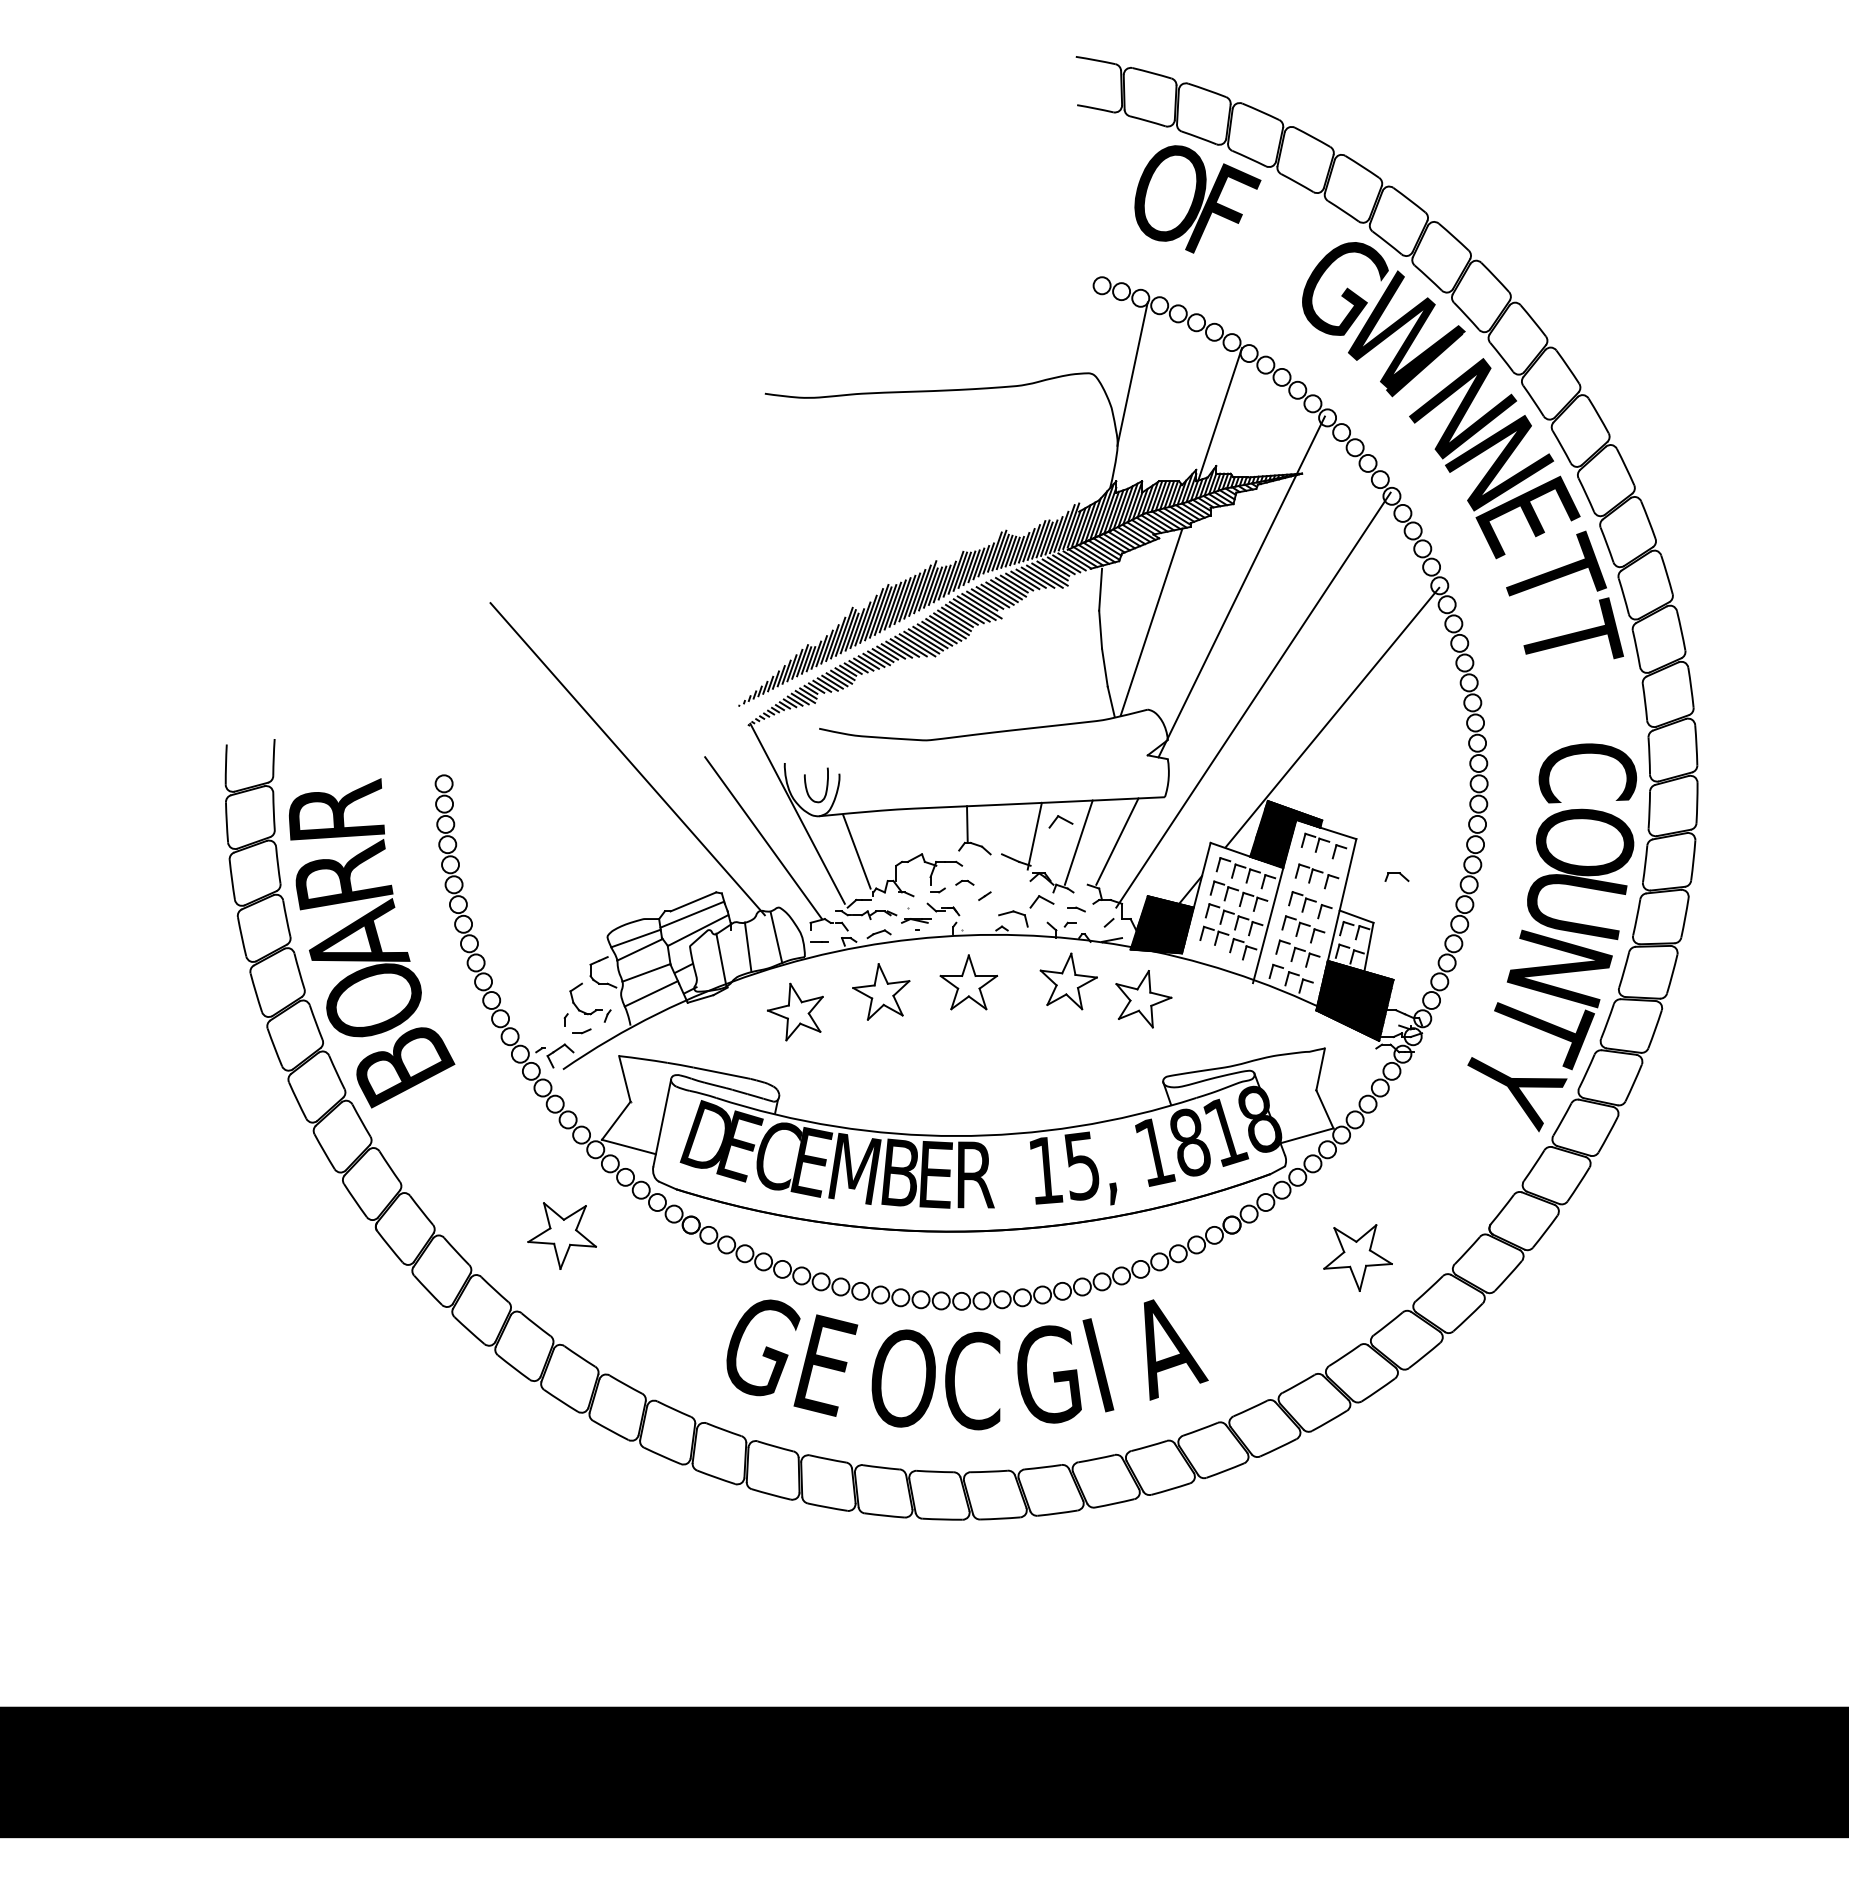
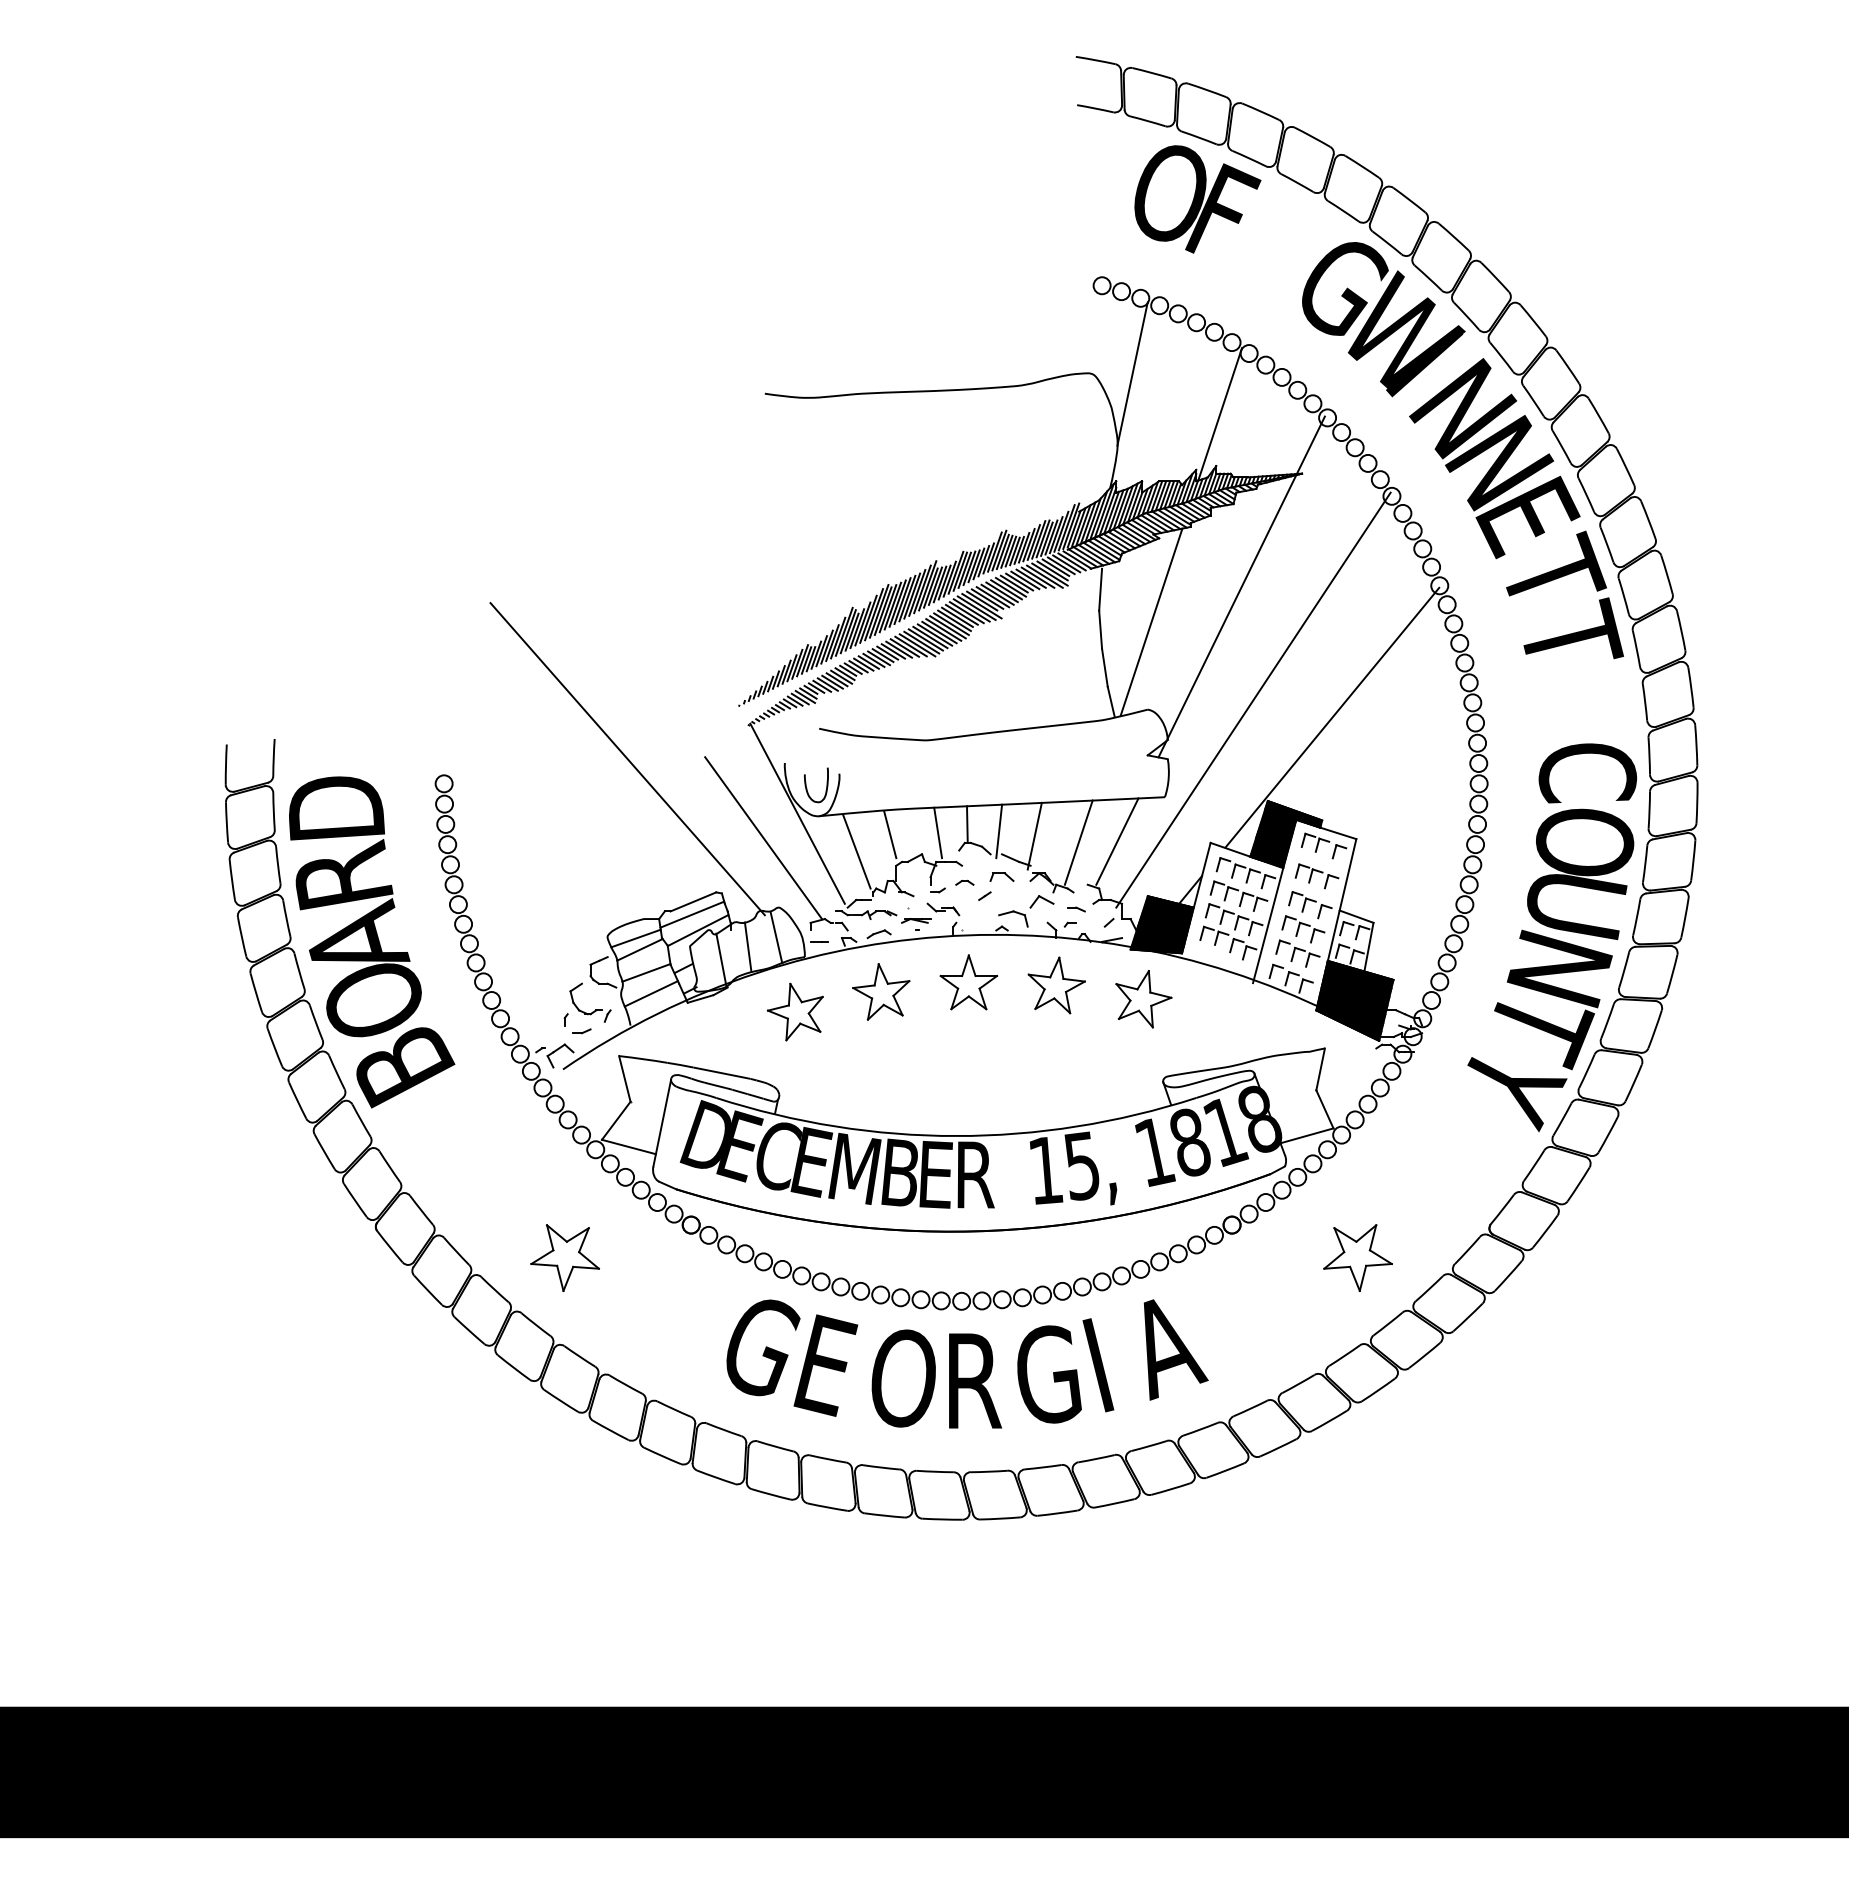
text at (336, 801): R -> D
part at (1060, 821): present -> none
line at (999, 831): none -> present
line at (938, 832): none -> present
line at (890, 834): none -> present
part at (1396, 876) position: (1396, 876) -> (1001, 876)
part at (1068, 981) position: (1068, 981) -> (1056, 985)
part at (561, 1235) position: (561, 1235) -> (564, 1257)
text at (973, 1380): C -> R
